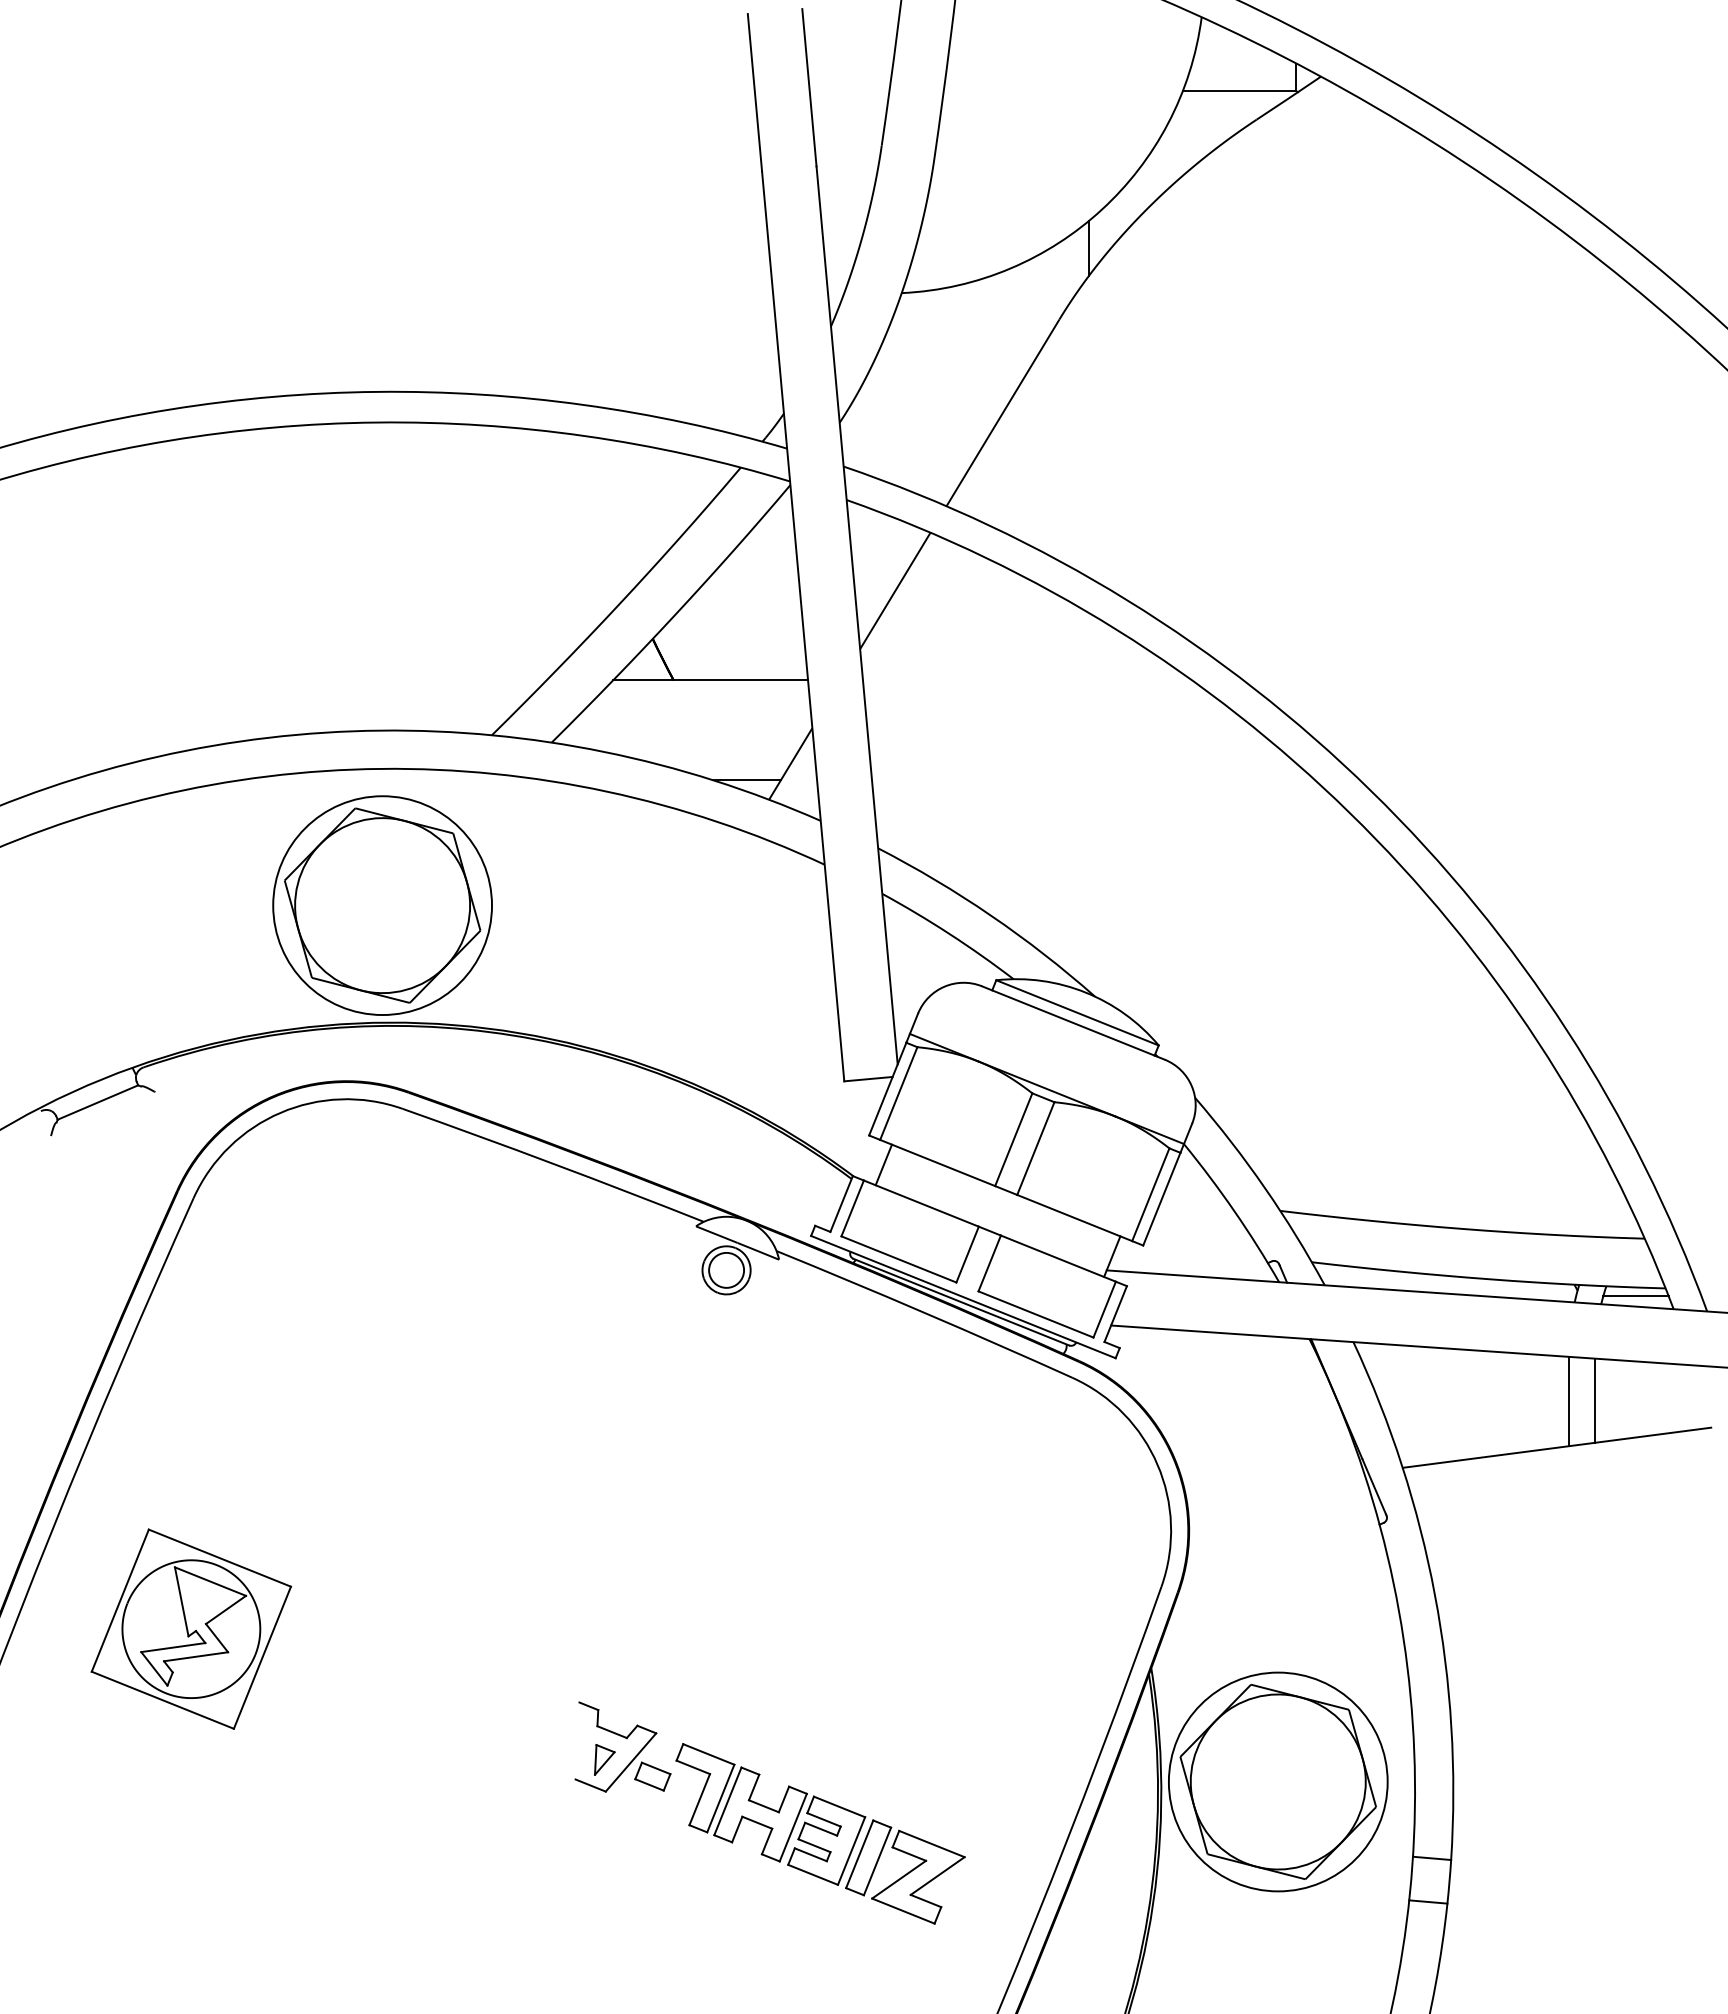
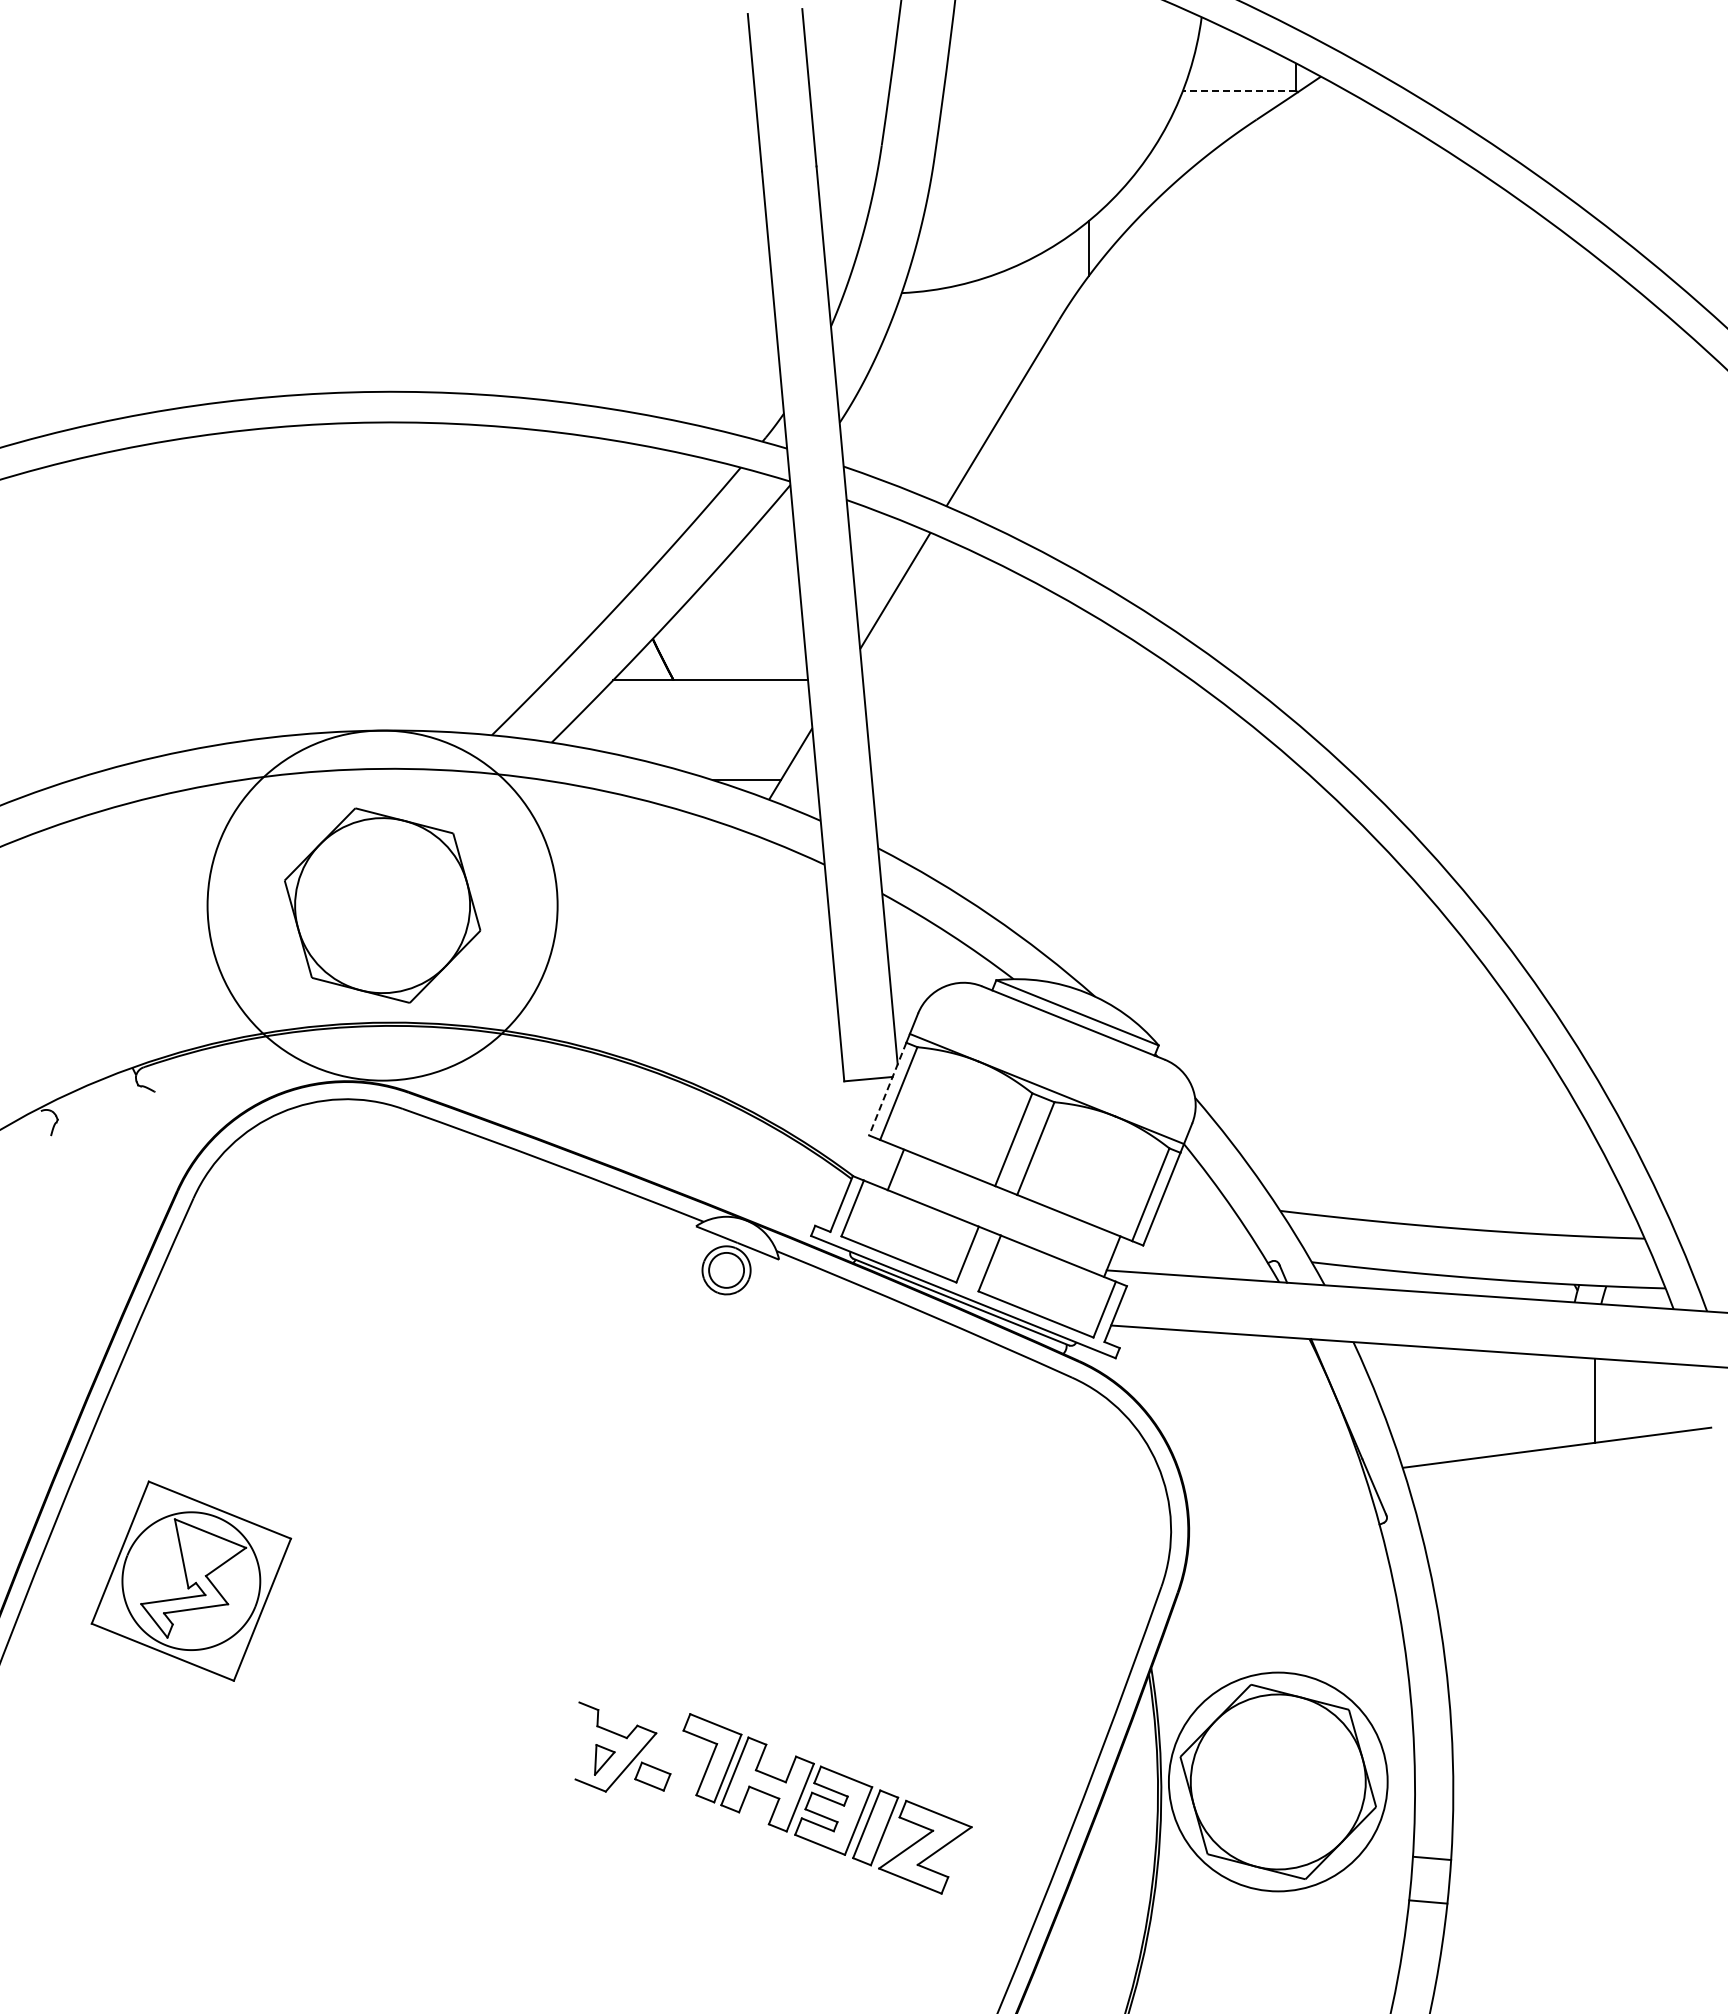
line at (1239, 91): solid -> dashed
circle at (382, 905) diameter: 219 px -> 350 px
line at (887, 1089): solid -> dashed
line at (97, 1102): present -> none
line at (883, 1164) position: (883, 1164) -> (895, 1169)
line at (1635, 1296): present -> none
line at (1568, 1401): present -> none
part at (191, 1628) position: (191, 1628) -> (191, 1580)
part at (820, 1833) position: (820, 1833) -> (827, 1803)
